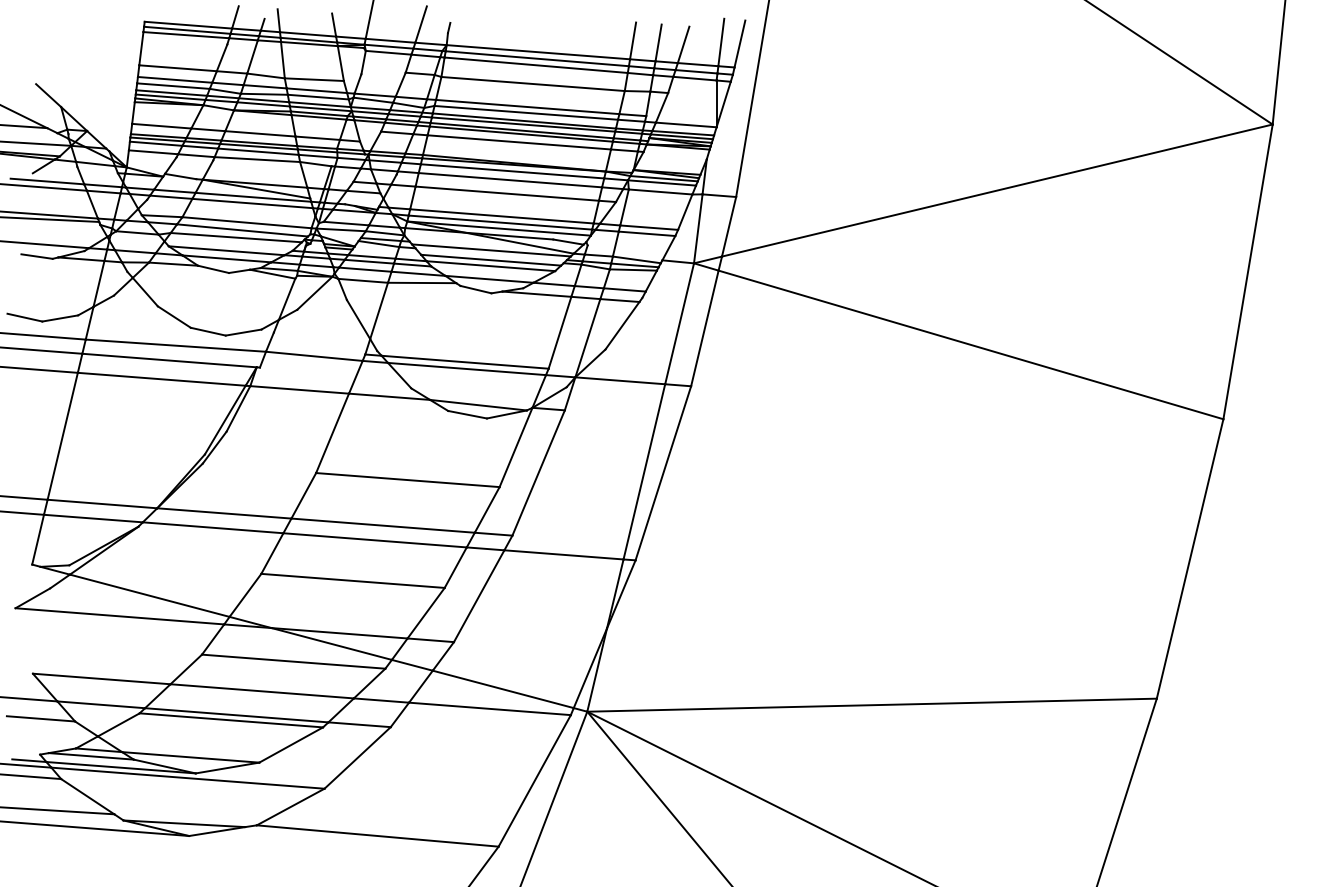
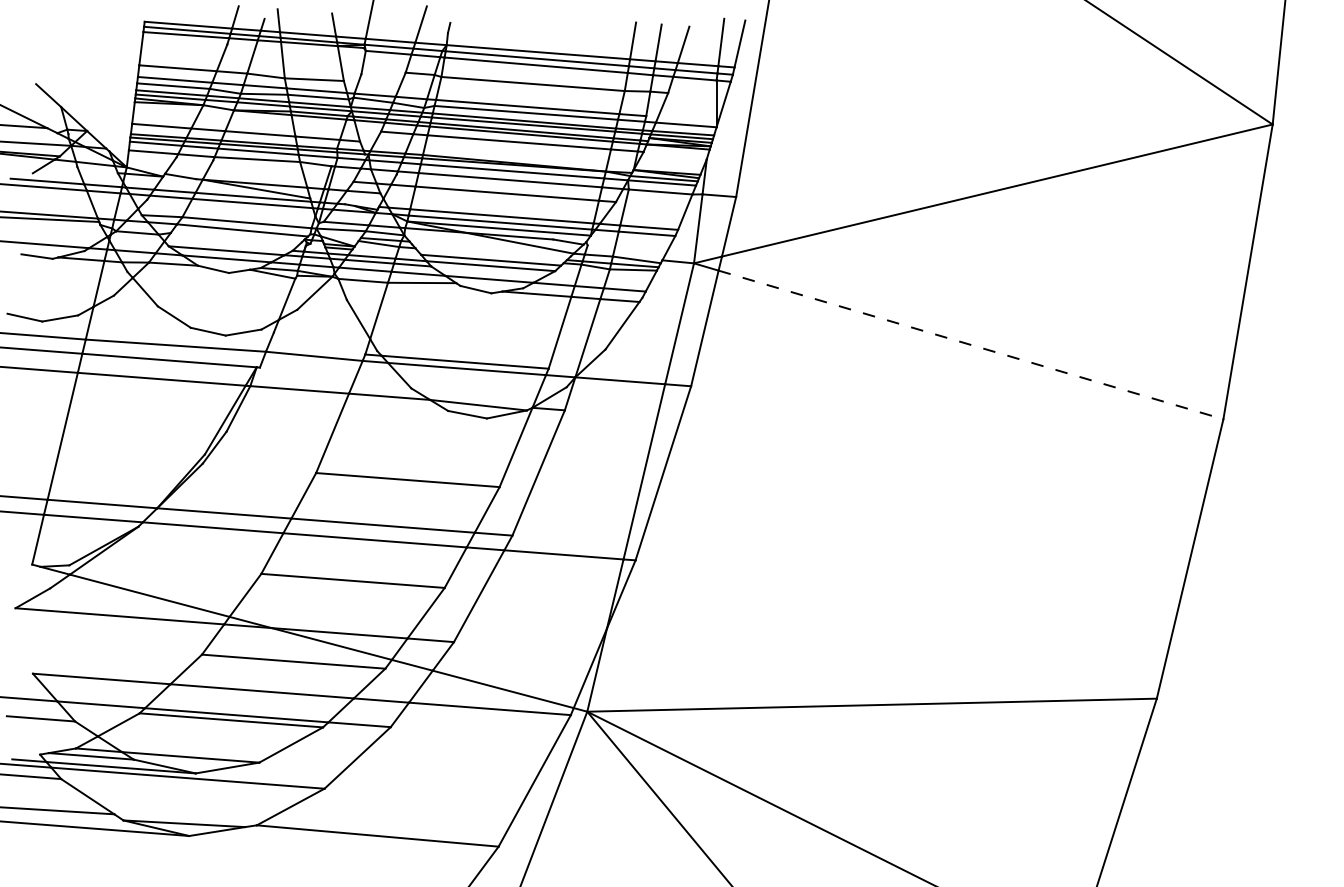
line at (235, 237): present -> none
line at (491, 250): present -> none
line at (971, 345): solid -> dashed
